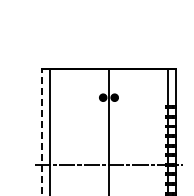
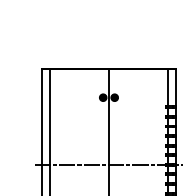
line at (41, 131): dashed -> solid
